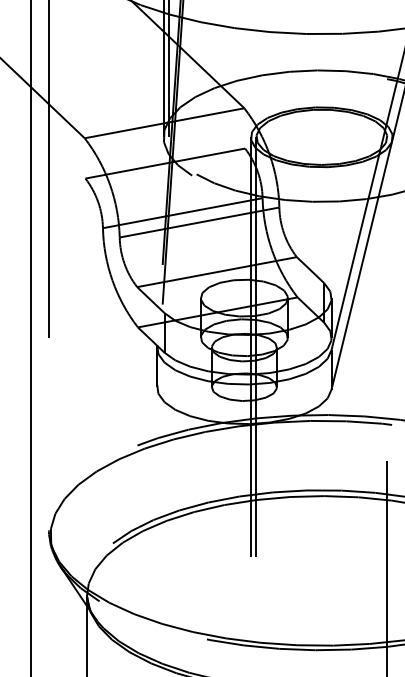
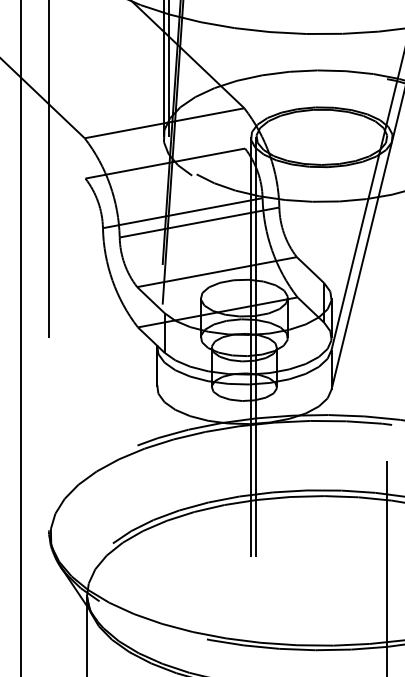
line at (31, 337) position: (31, 337) -> (21, 337)
